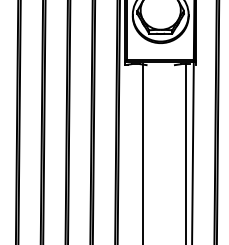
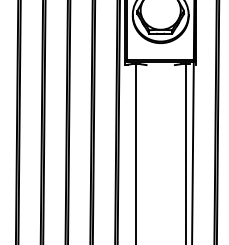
line at (142, 152) position: (142, 152) -> (135, 152)
